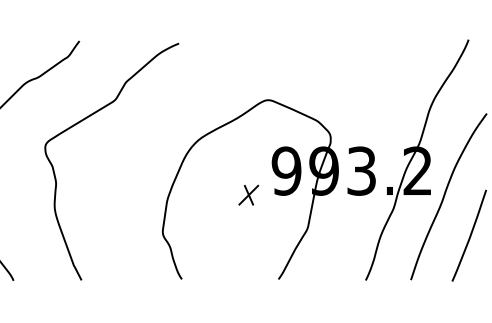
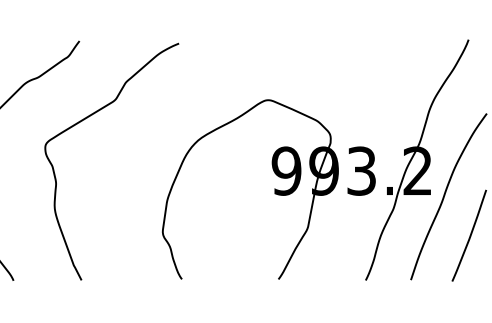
part at (248, 194): present -> none
